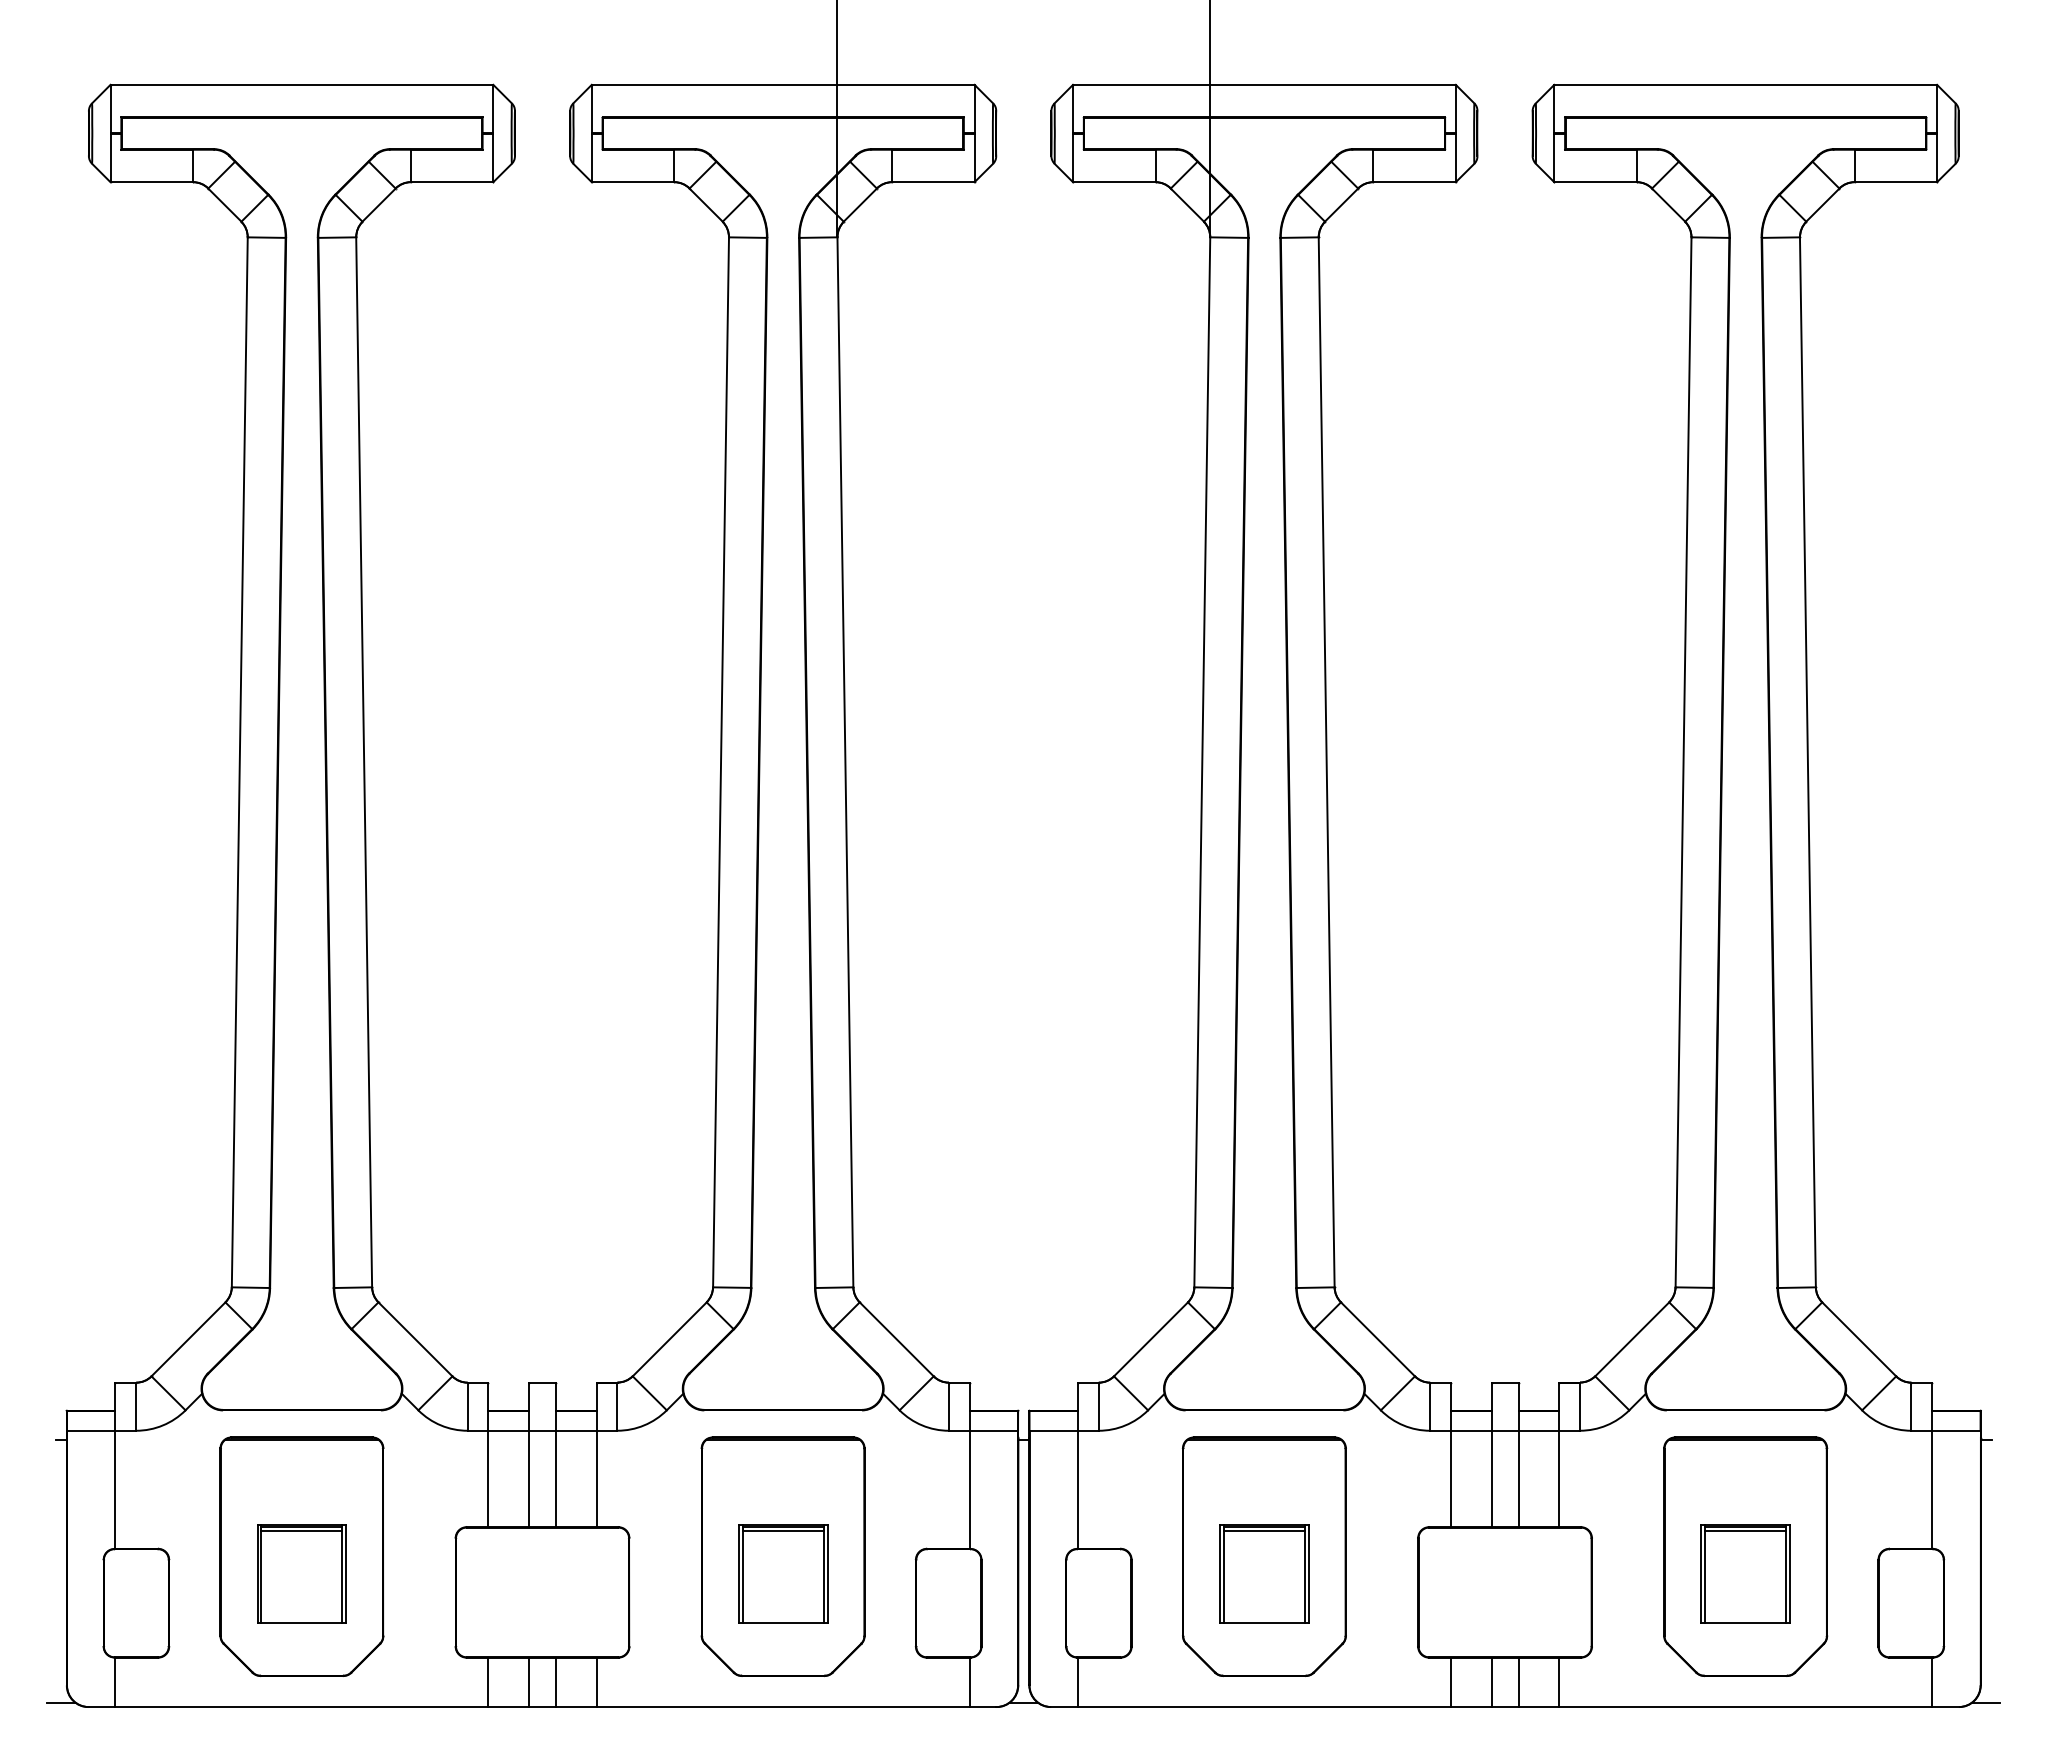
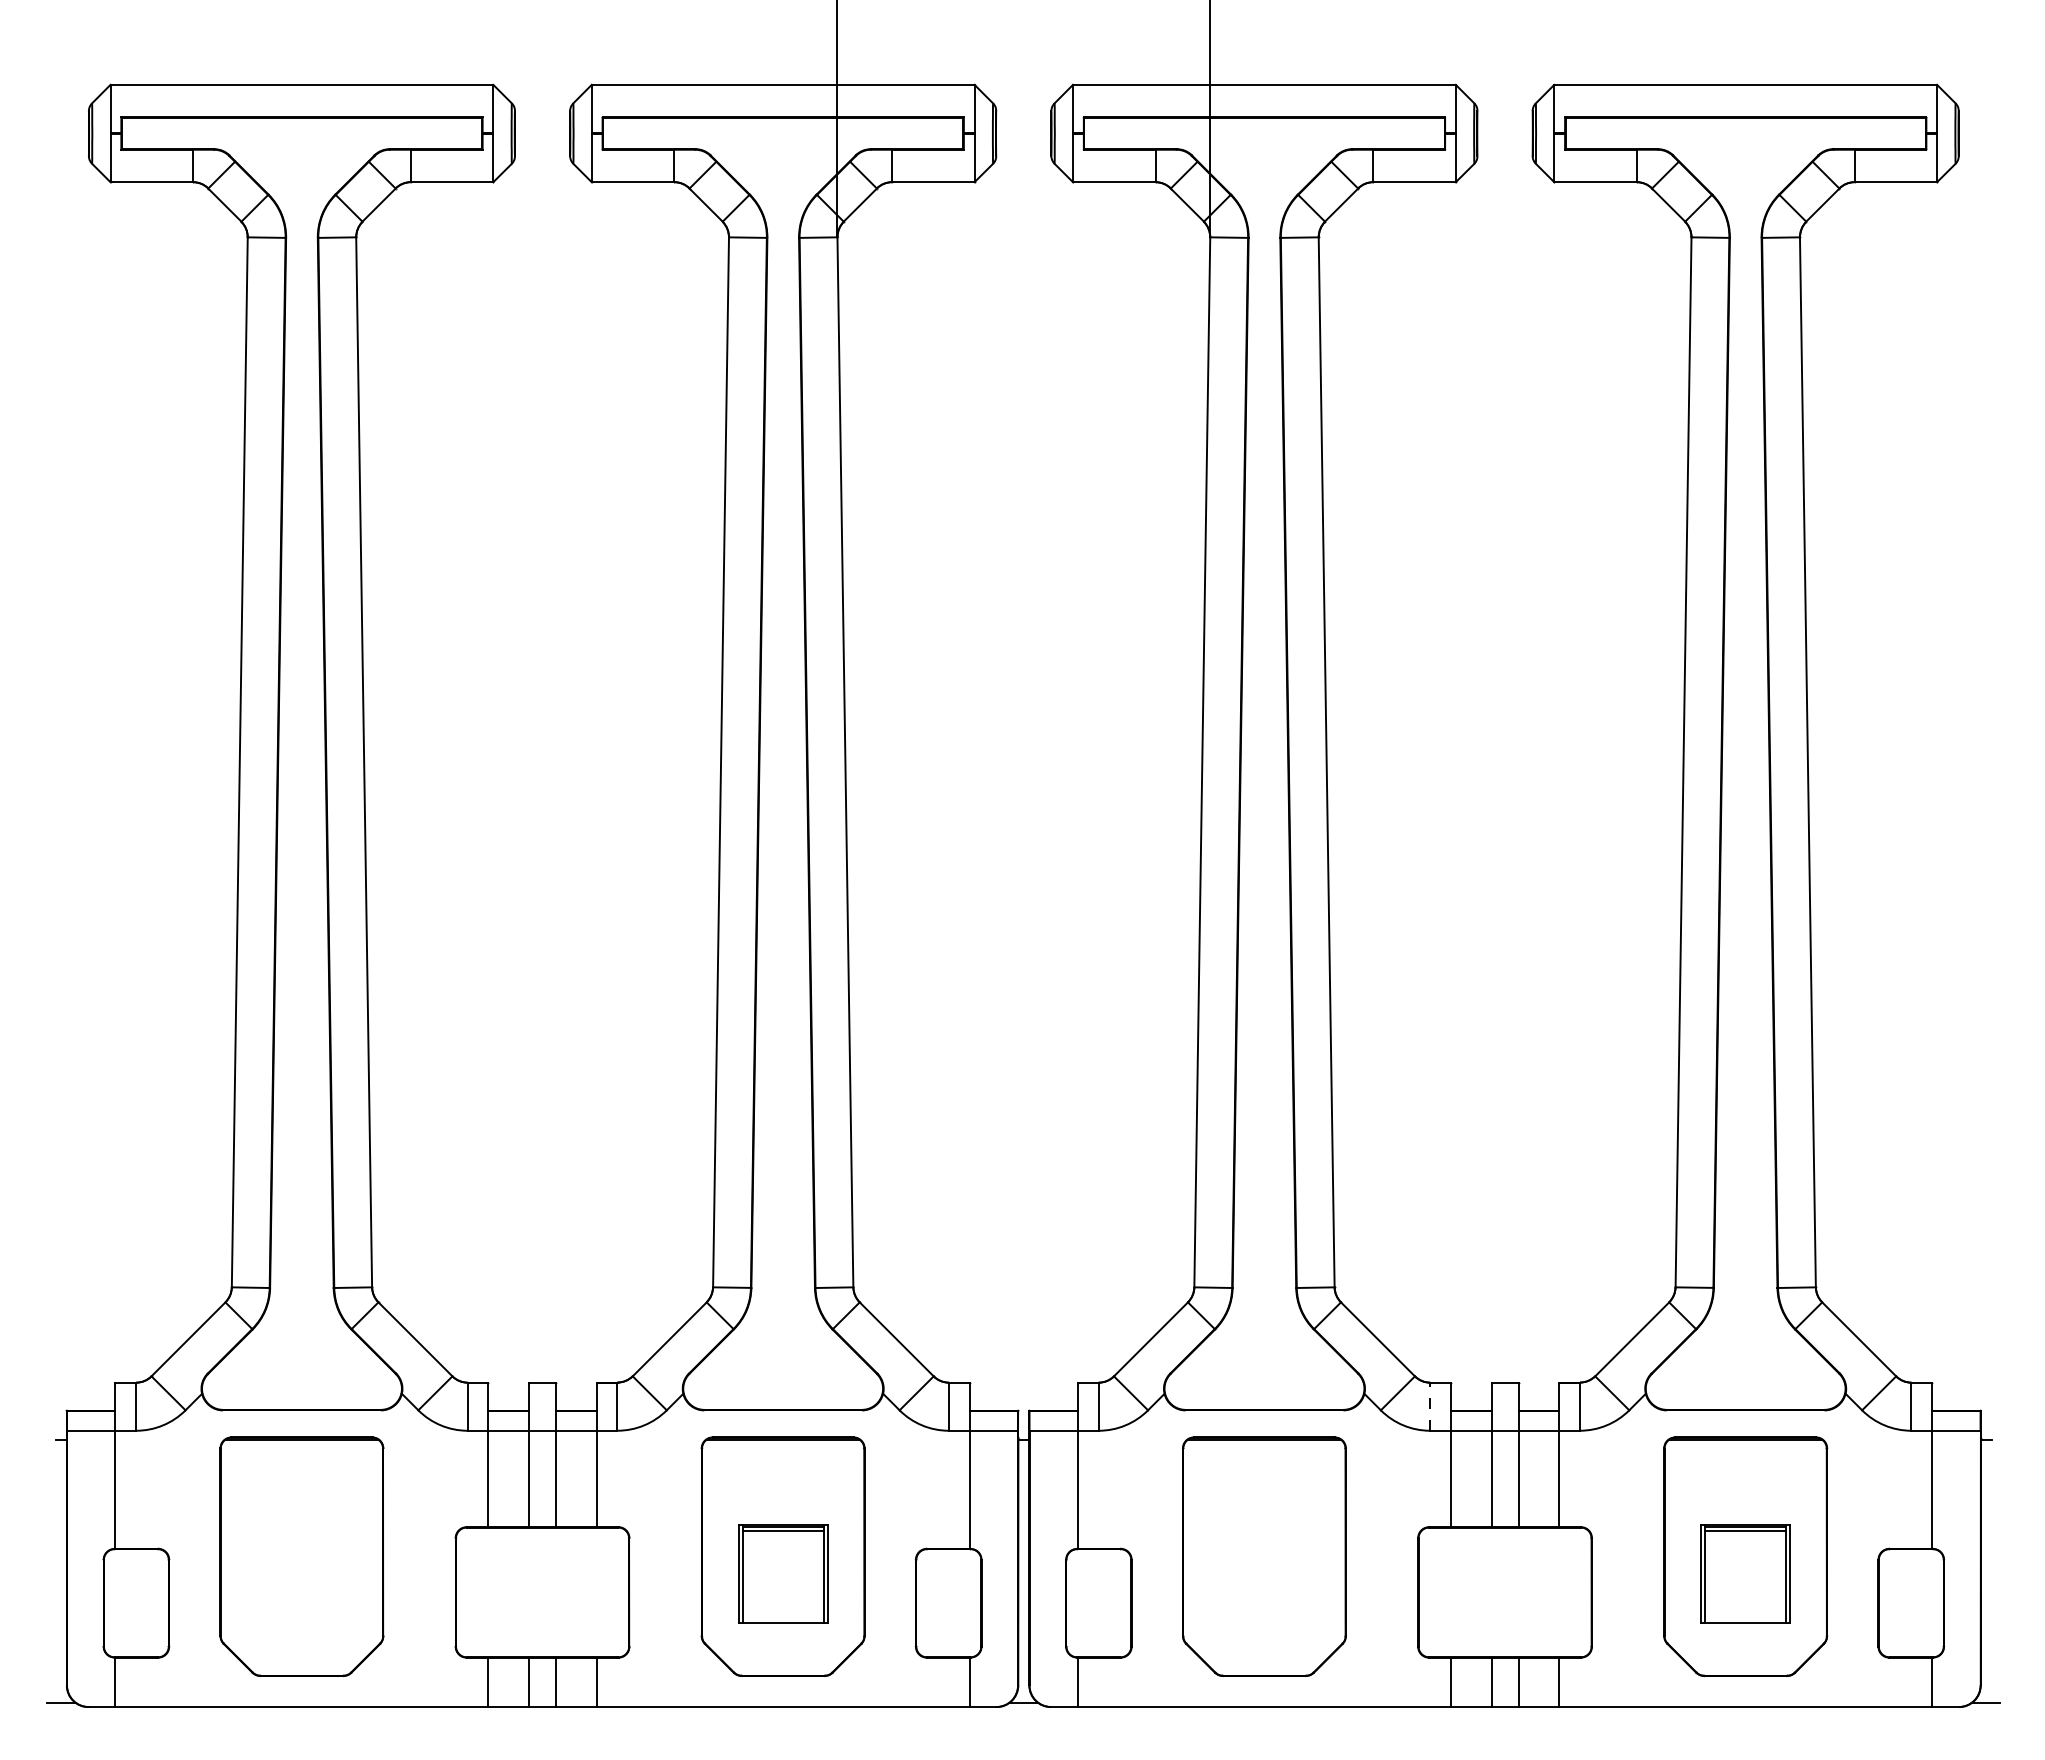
line at (1430, 1406): solid -> dashed
part at (301, 1573): present -> none
part at (1264, 1573): present -> none
